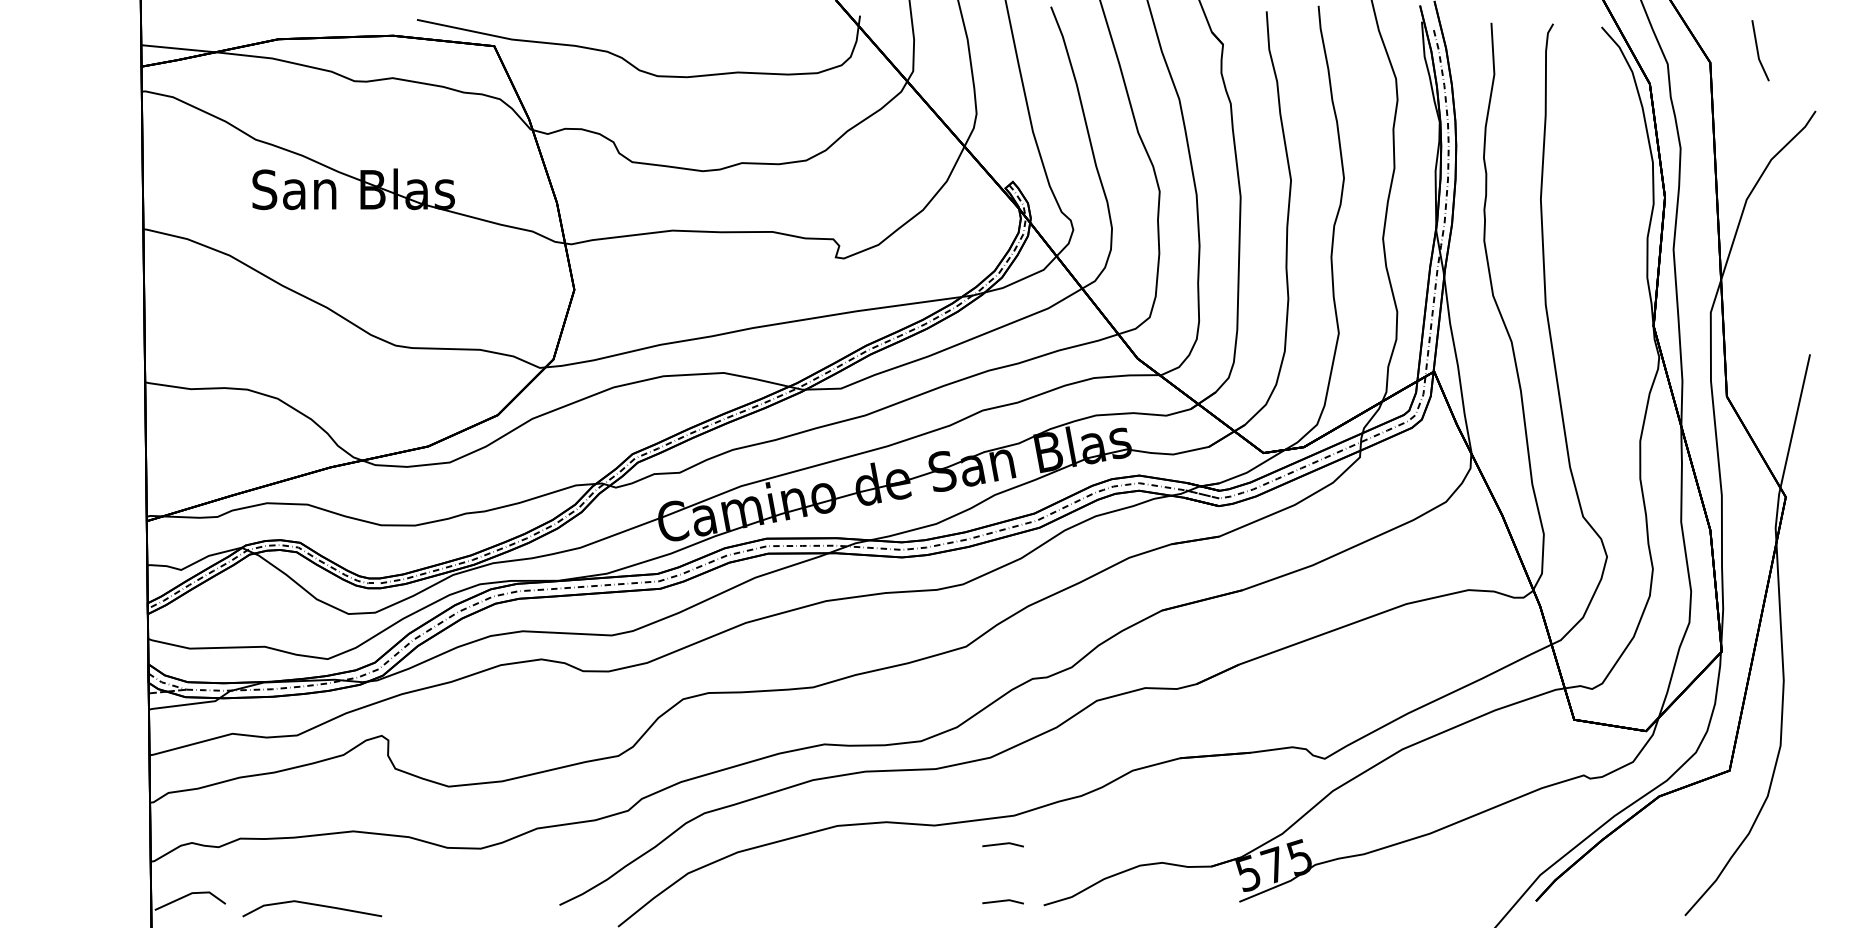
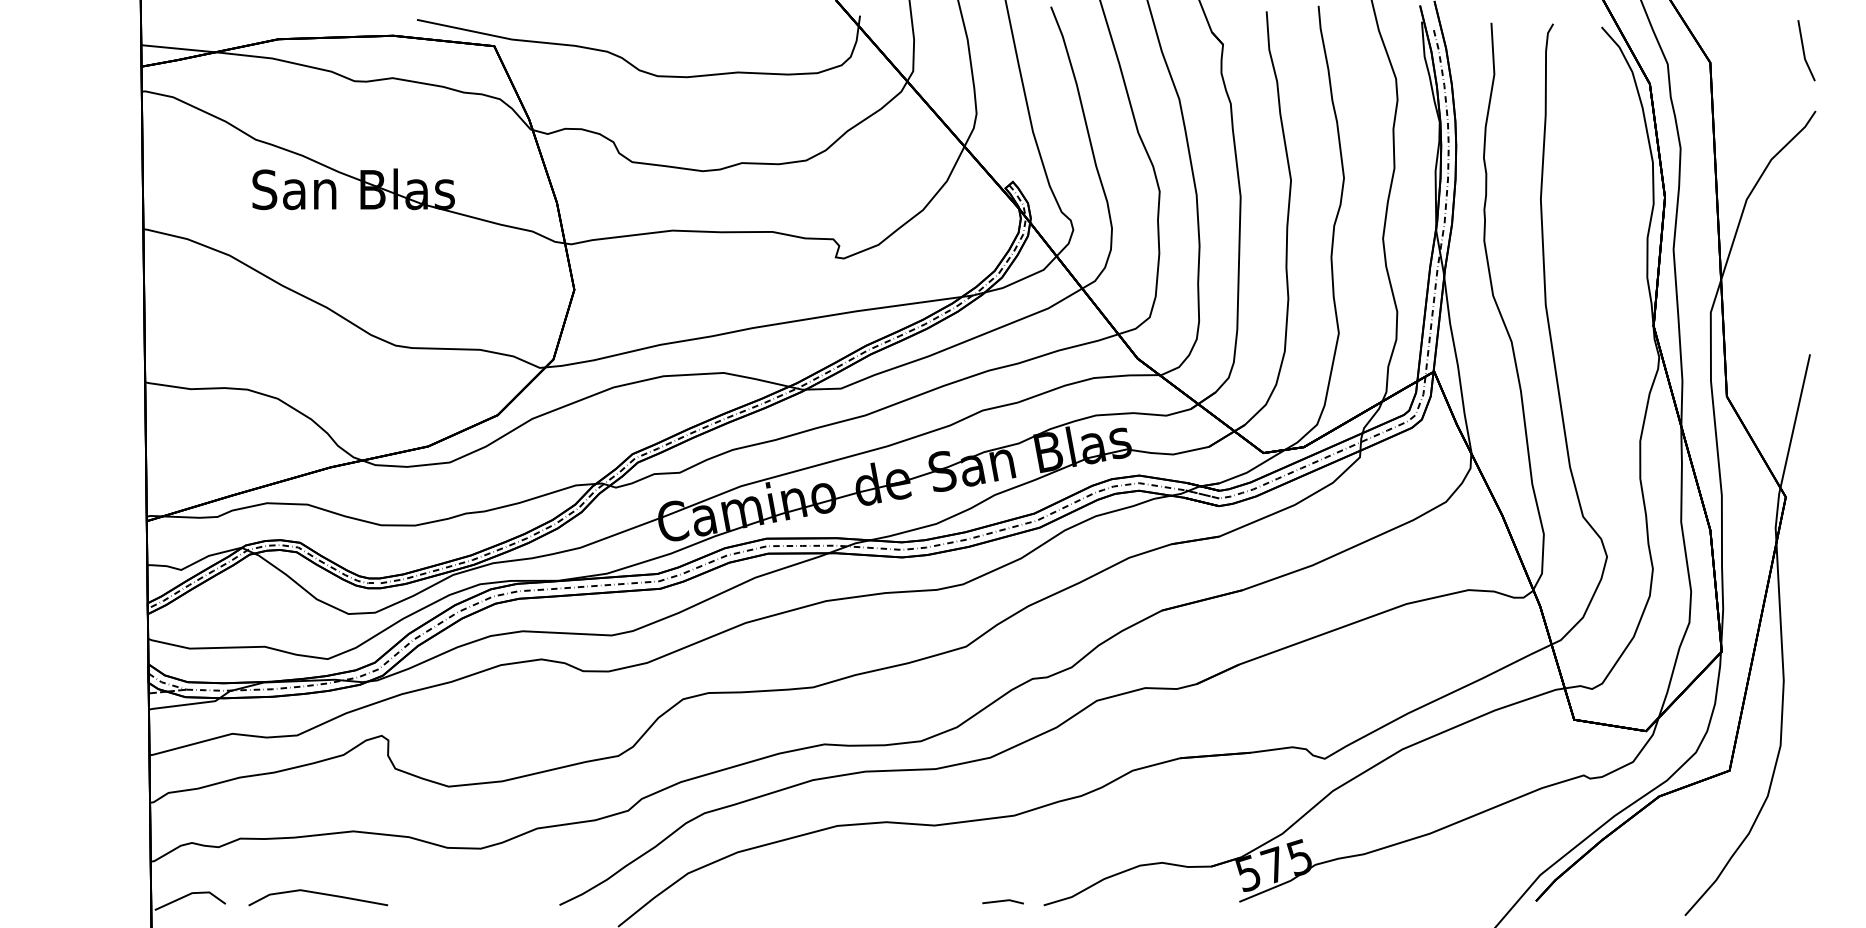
line at (1758, 50) position: (1758, 50) -> (1804, 50)
line at (1002, 844): present -> none
line at (312, 905) position: (312, 905) -> (318, 894)
